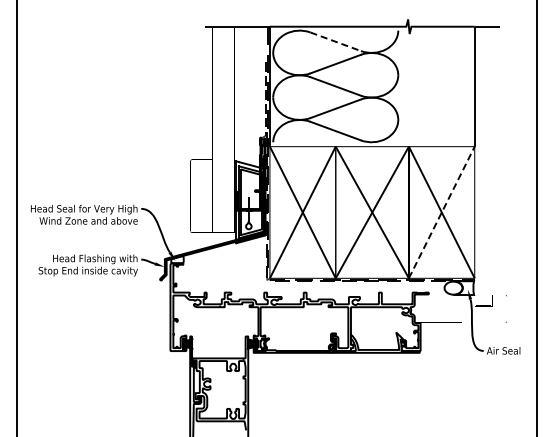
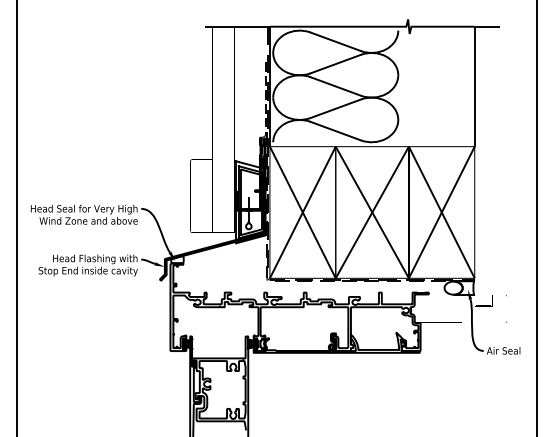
line at (335, 41): dashed -> solid
line at (441, 212): dashed -> solid
